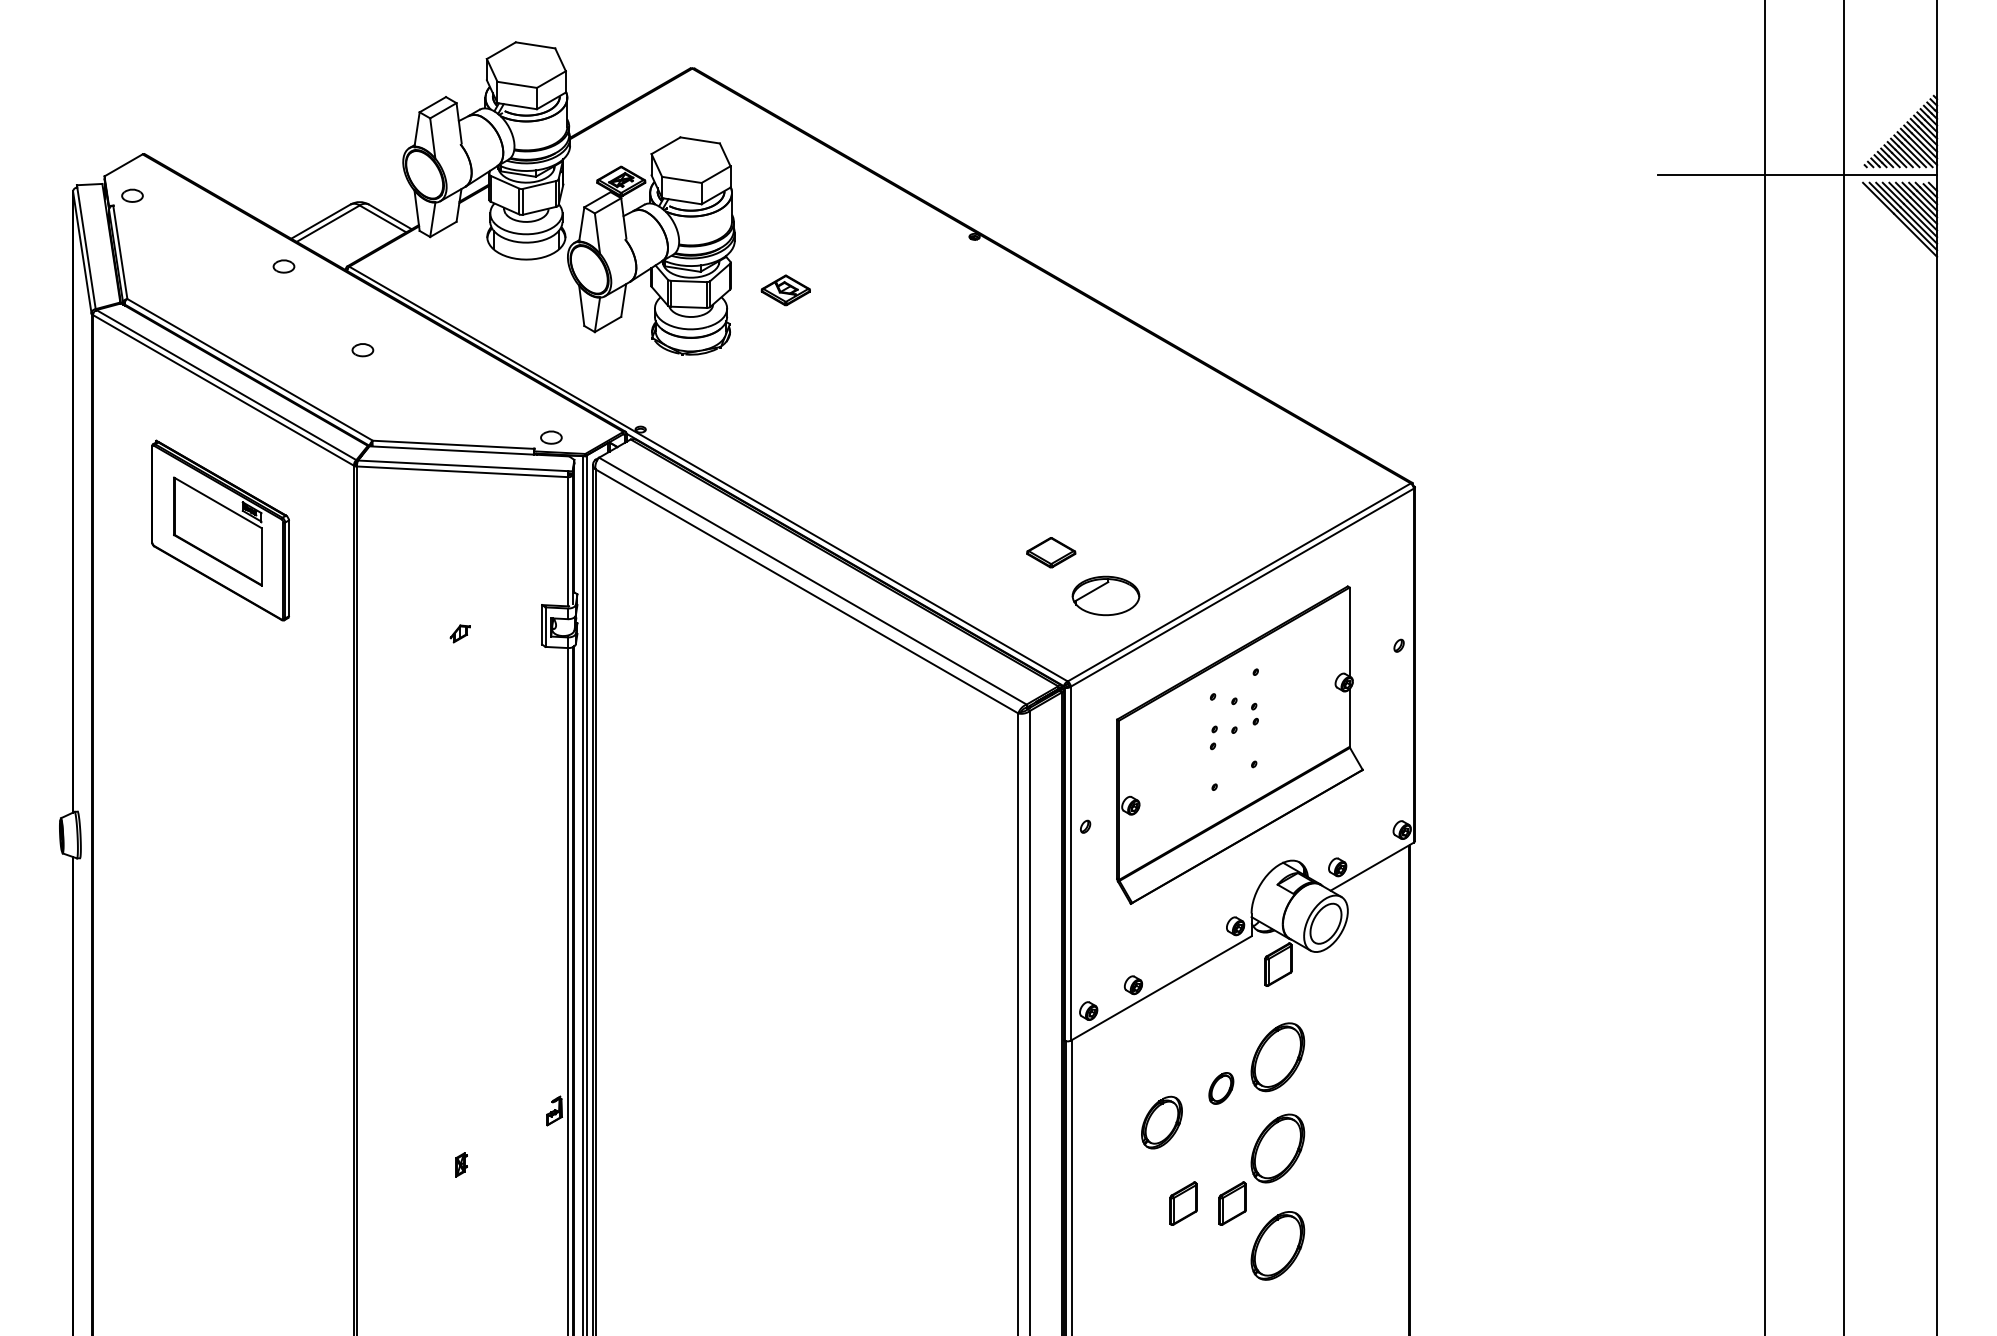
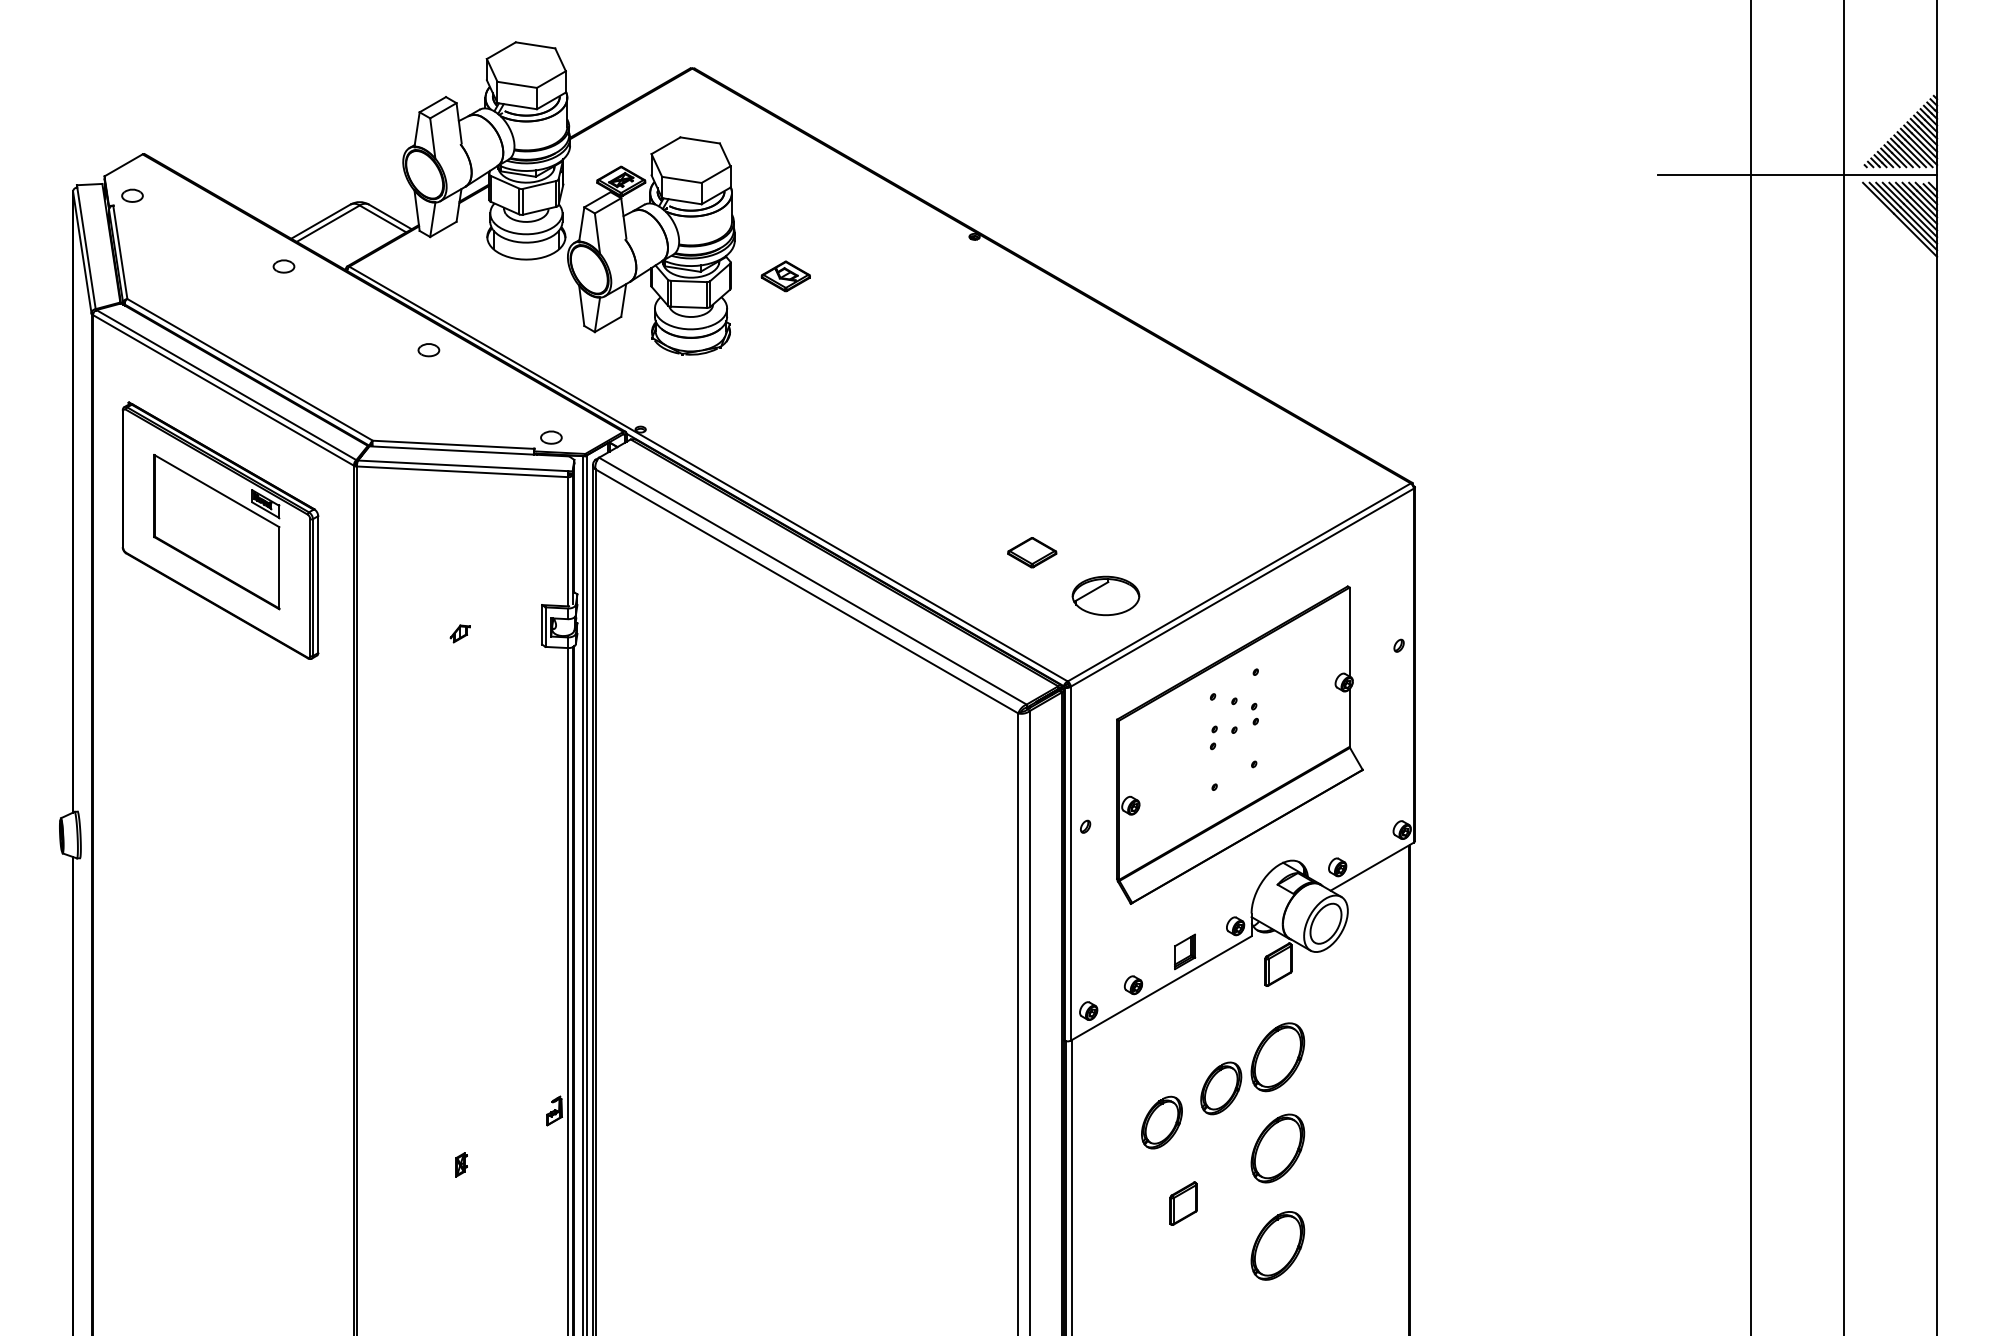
part at (785, 290) position: (785, 290) -> (785, 276)
part at (362, 350) position: (362, 350) -> (428, 350)
part at (220, 530) size: 139x183 px -> 199x259 px
part at (1051, 552) position: (1051, 552) -> (1032, 552)
line at (1764, 667) position: (1764, 667) -> (1750, 667)
part at (1185, 951): none -> present
part at (1221, 1088) size: 27x33 px -> 43x55 px
part at (1232, 1203): present -> none
